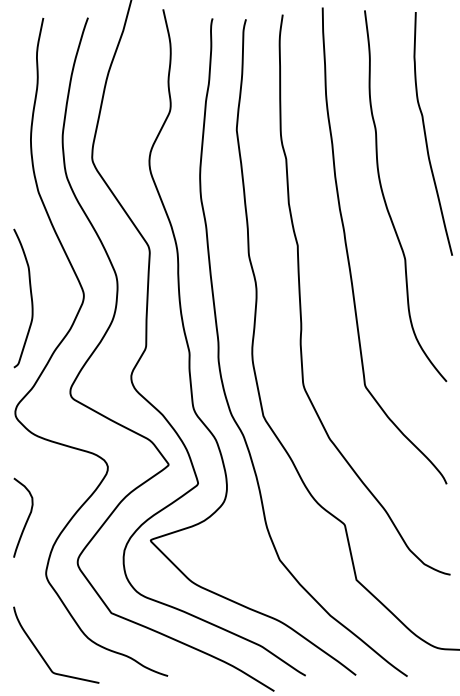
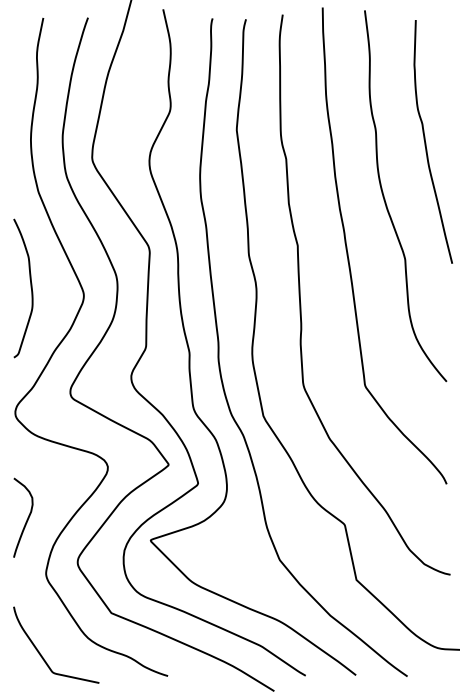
curve at (426, 134) position: (426, 134) -> (426, 142)
curve at (30, 298) position: (30, 298) -> (30, 288)
